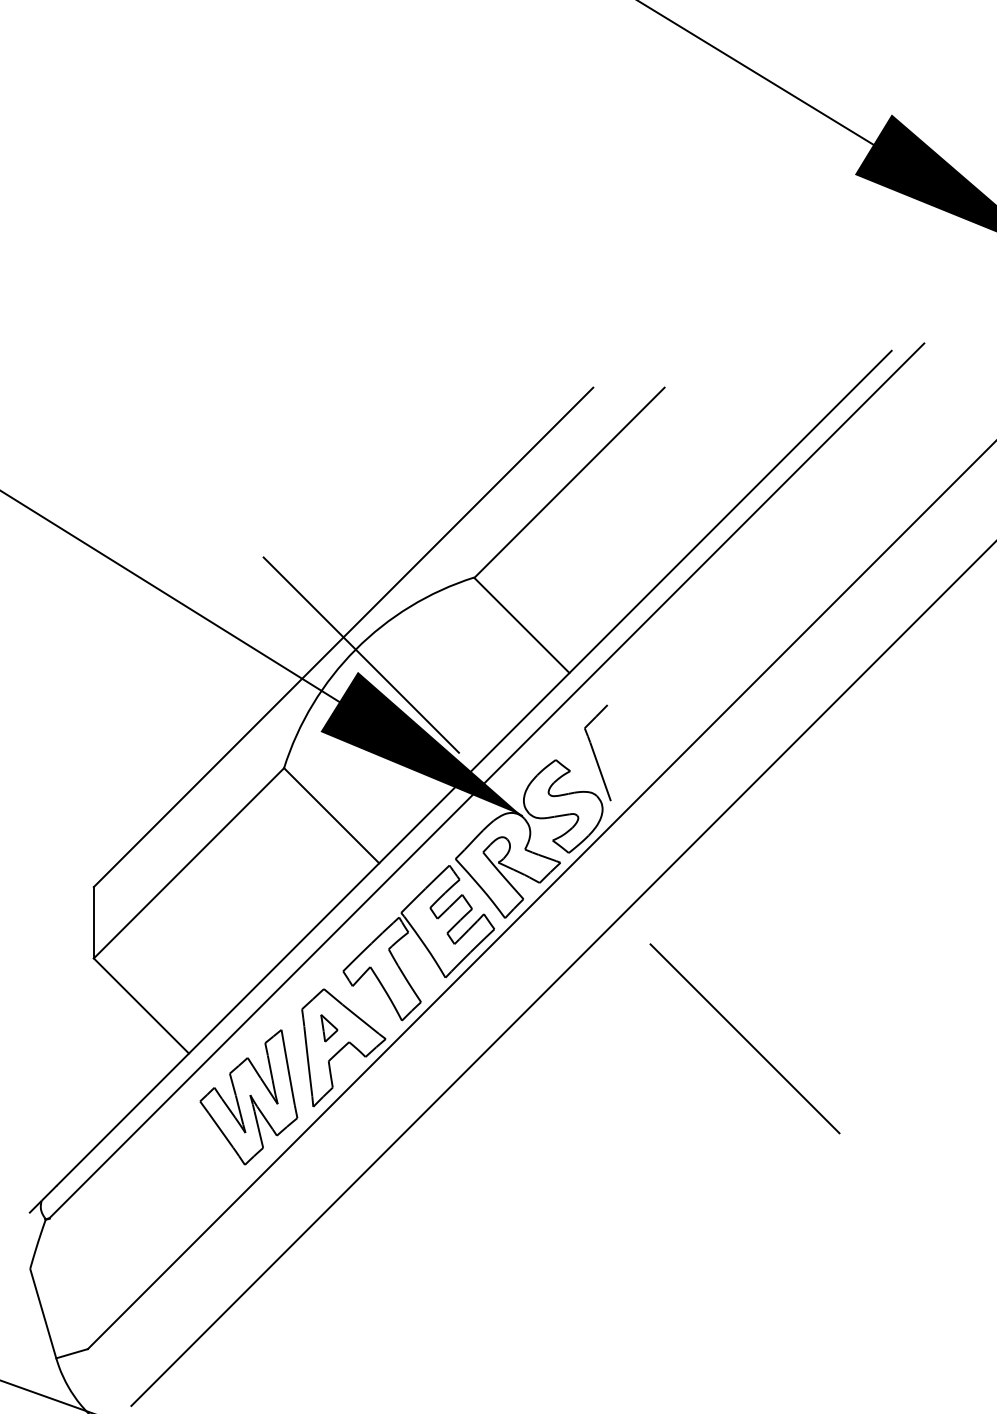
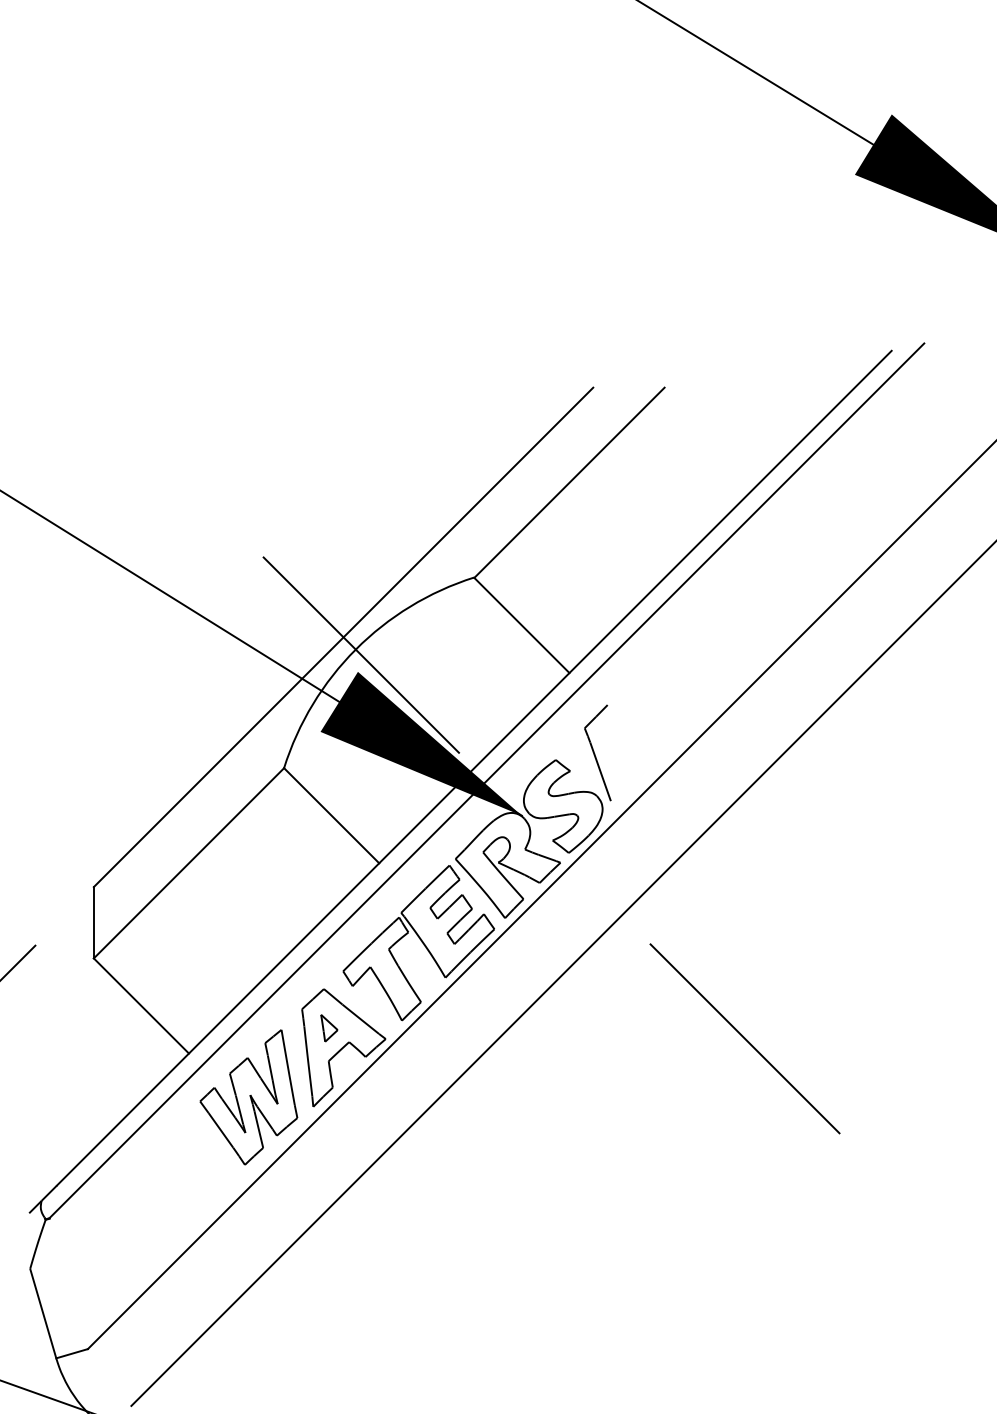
line at (18, 961): none -> present
